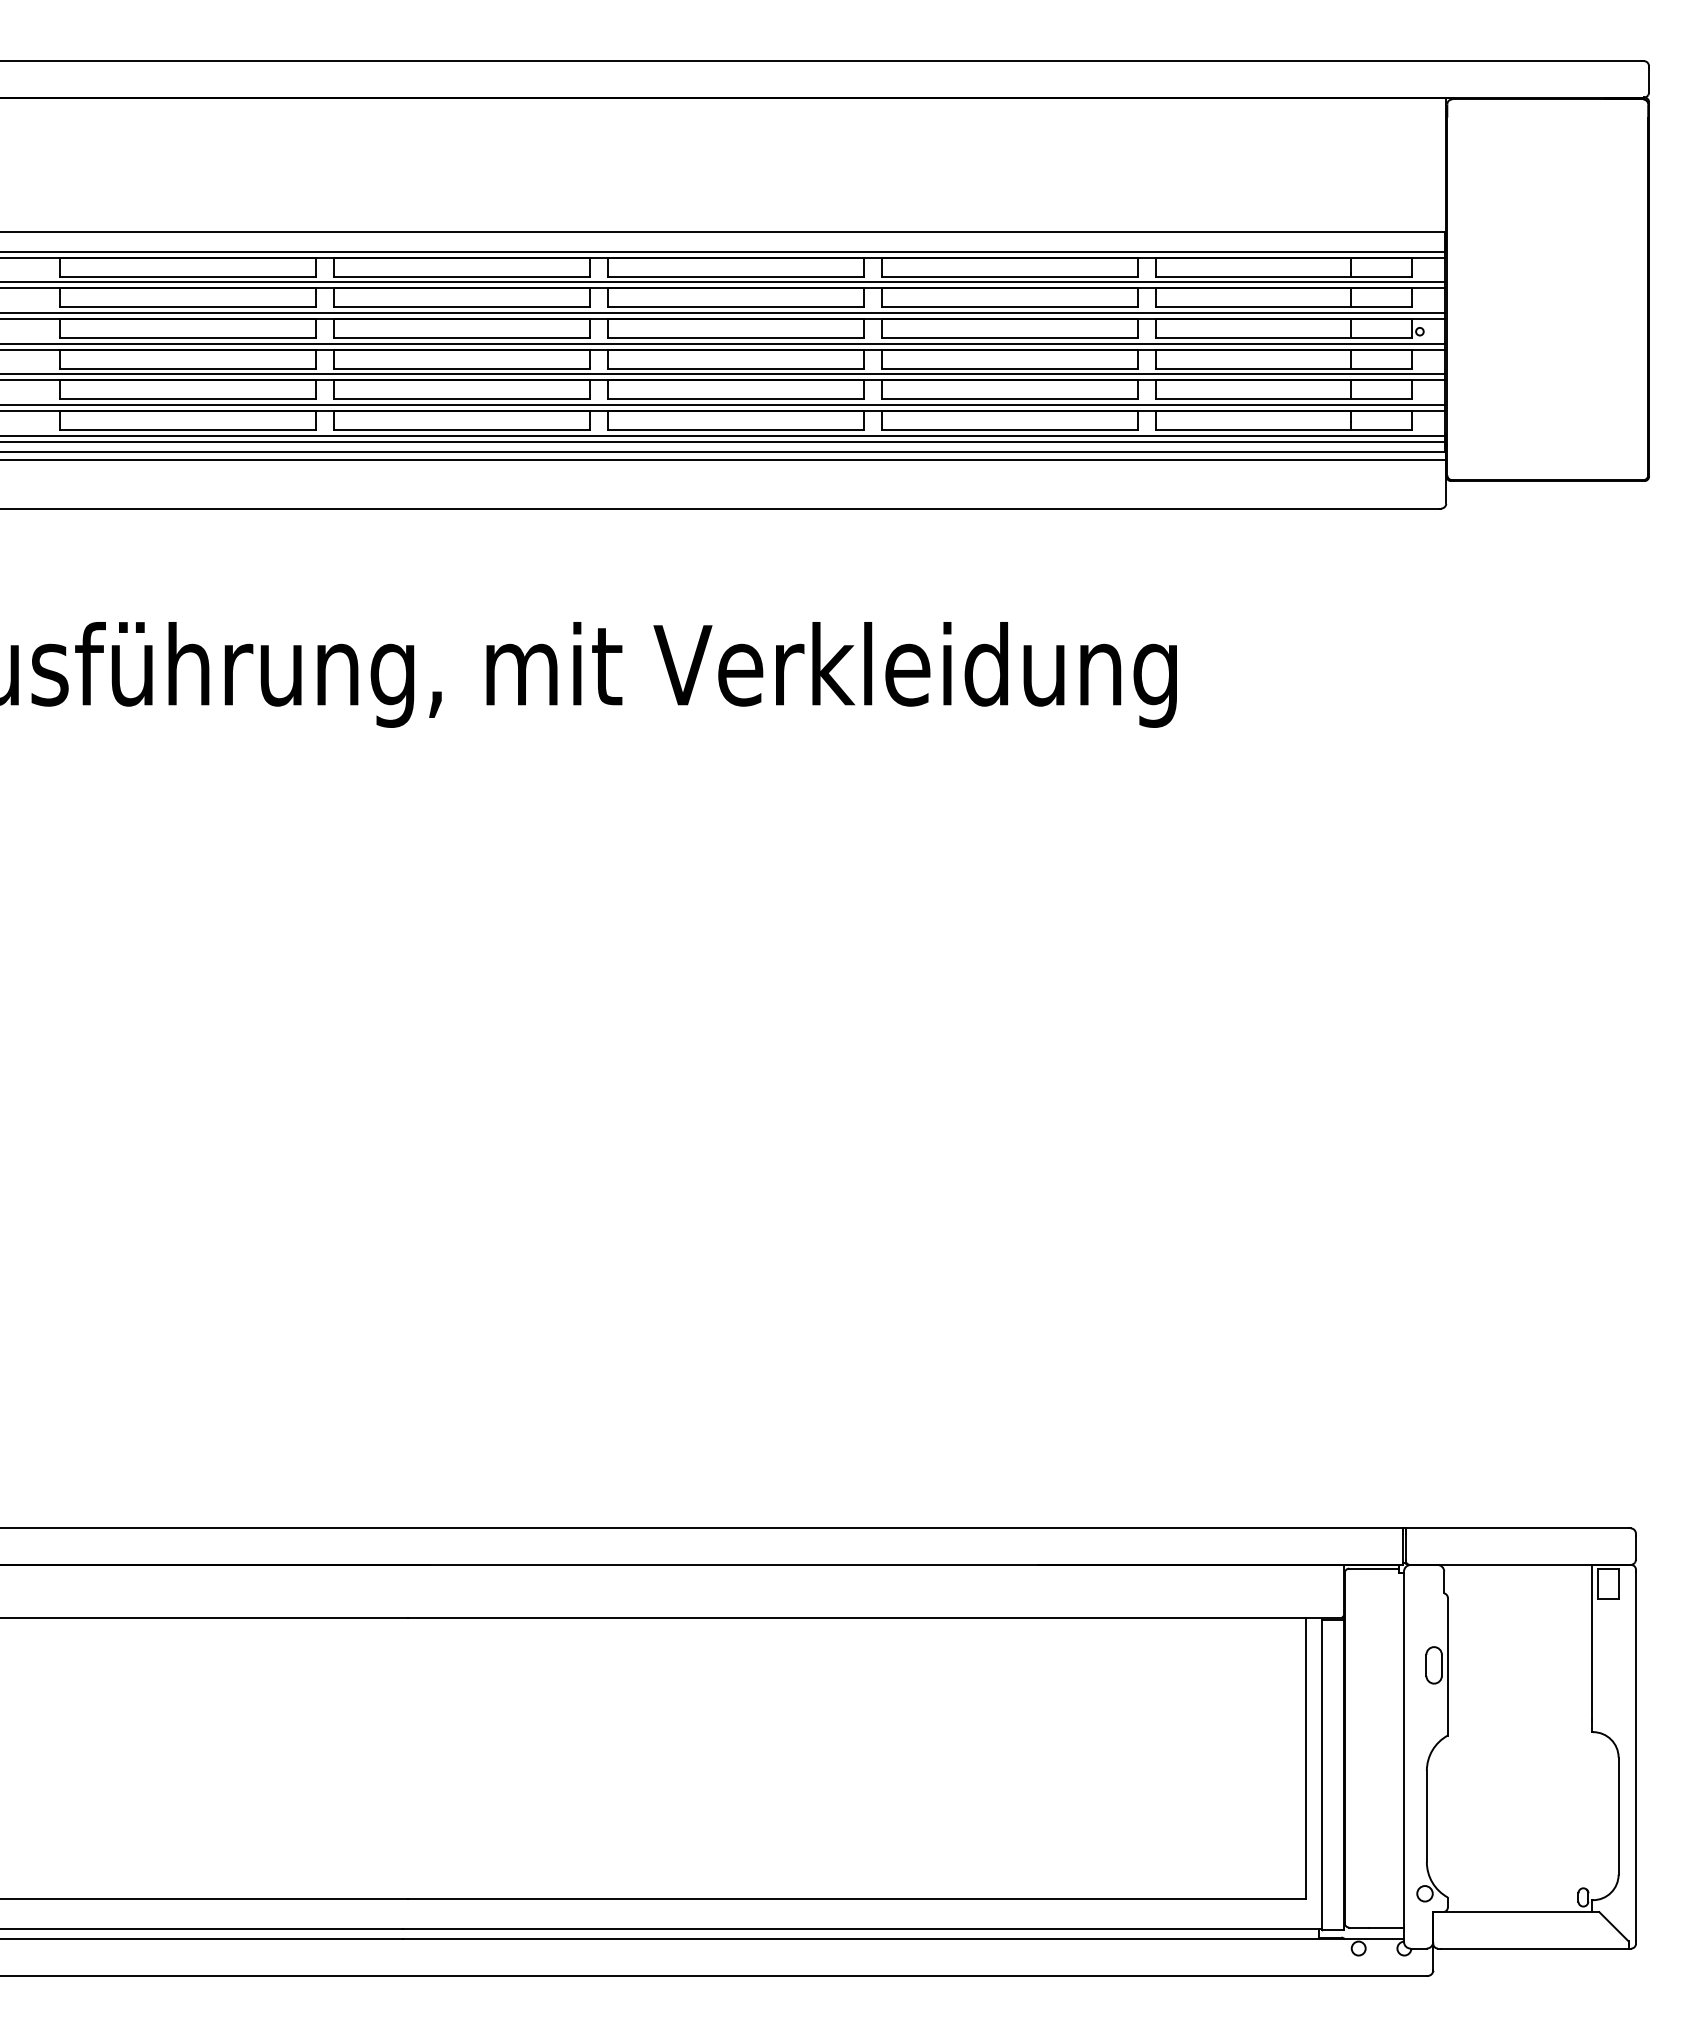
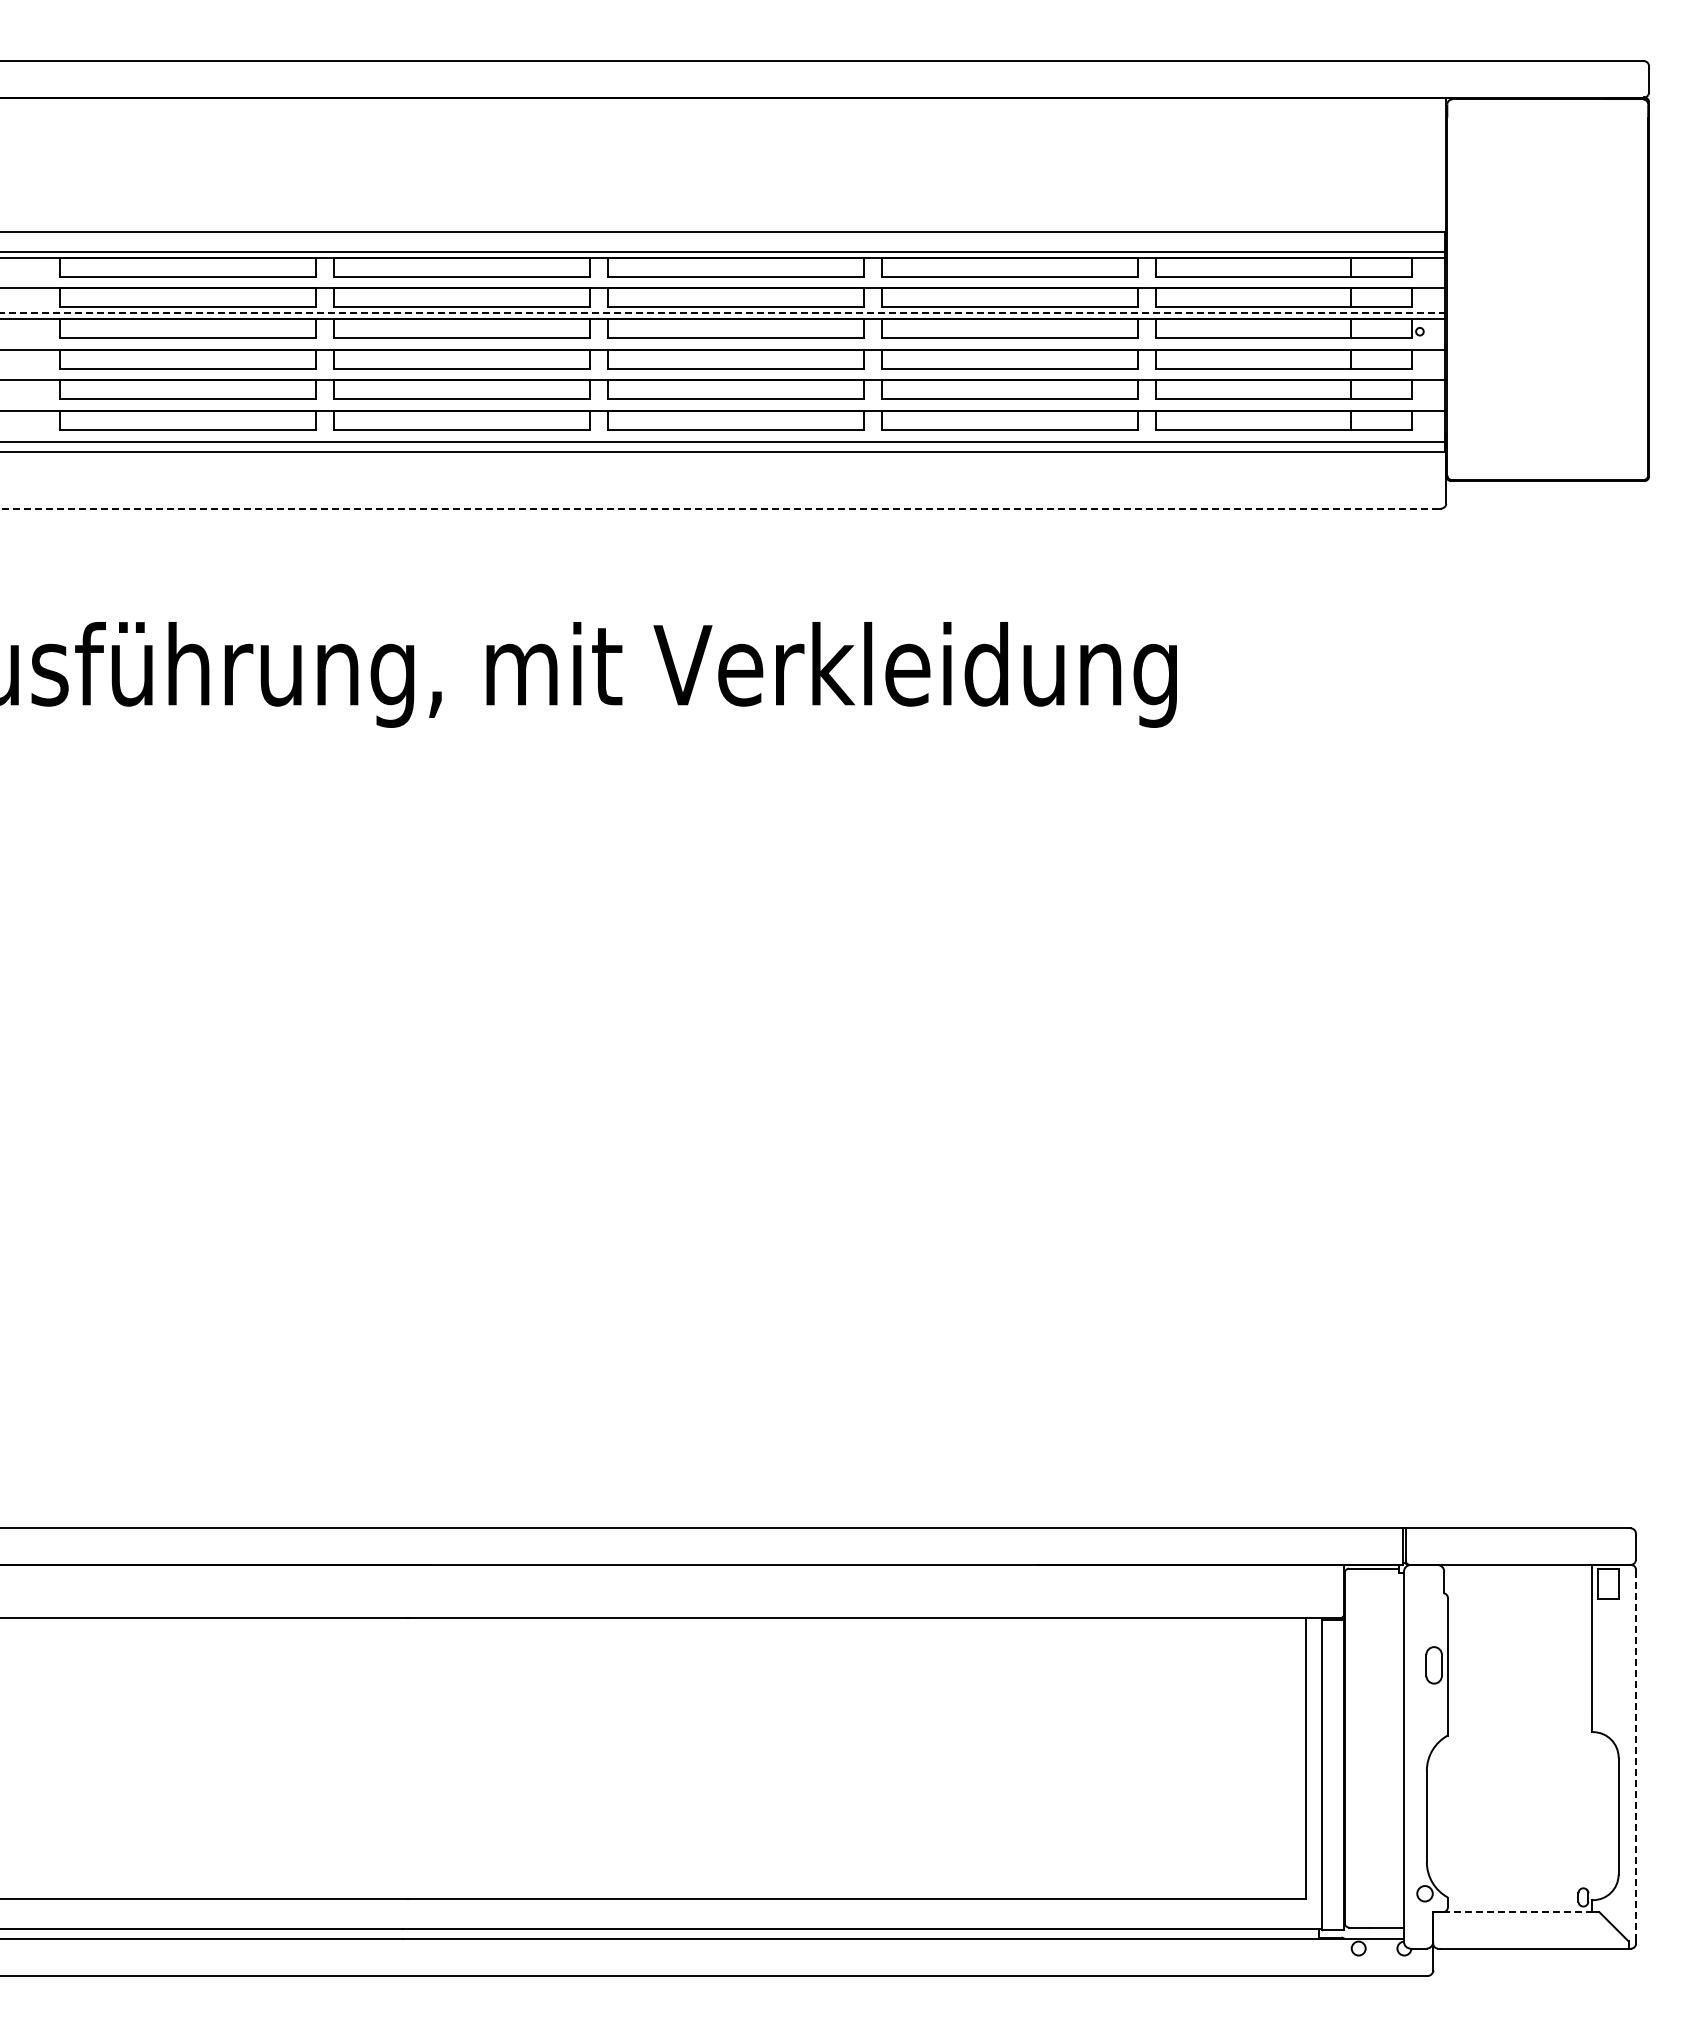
line at (723, 282): present -> none
line at (722, 313): solid -> dashed
line at (723, 343): present -> none
line at (723, 374): present -> none
line at (723, 405): present -> none
line at (723, 435): present -> none
line at (723, 459): present -> none
line at (720, 508): solid -> dashed
line at (1635, 1756): solid -> dashed
line at (1517, 1912): solid -> dashed
